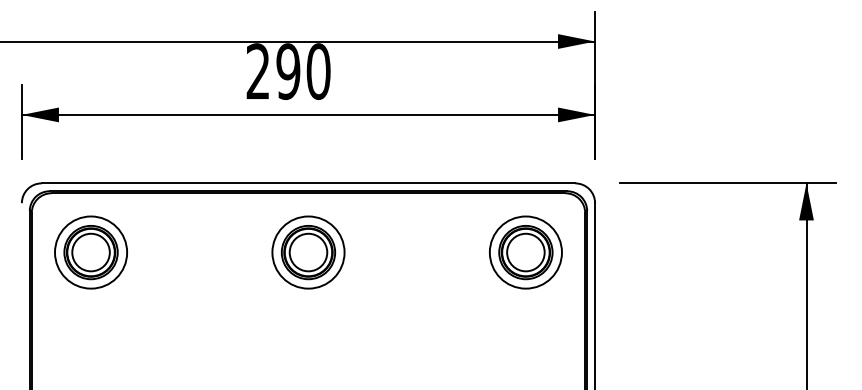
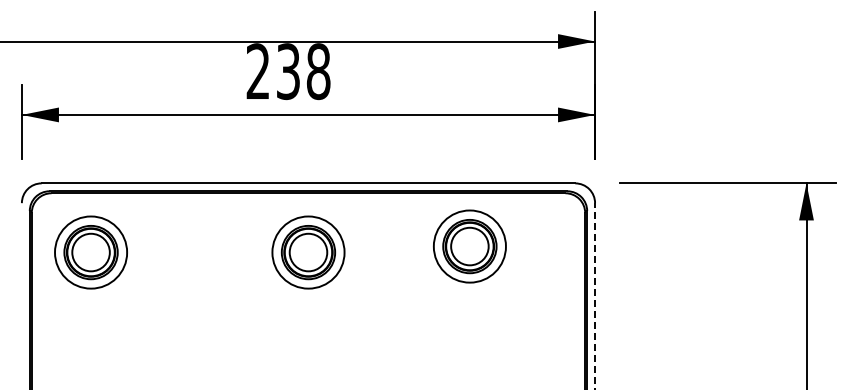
text at (303, 71): 290 -> 238
part at (525, 252) position: (525, 252) -> (469, 246)
line at (595, 296): solid -> dashed
